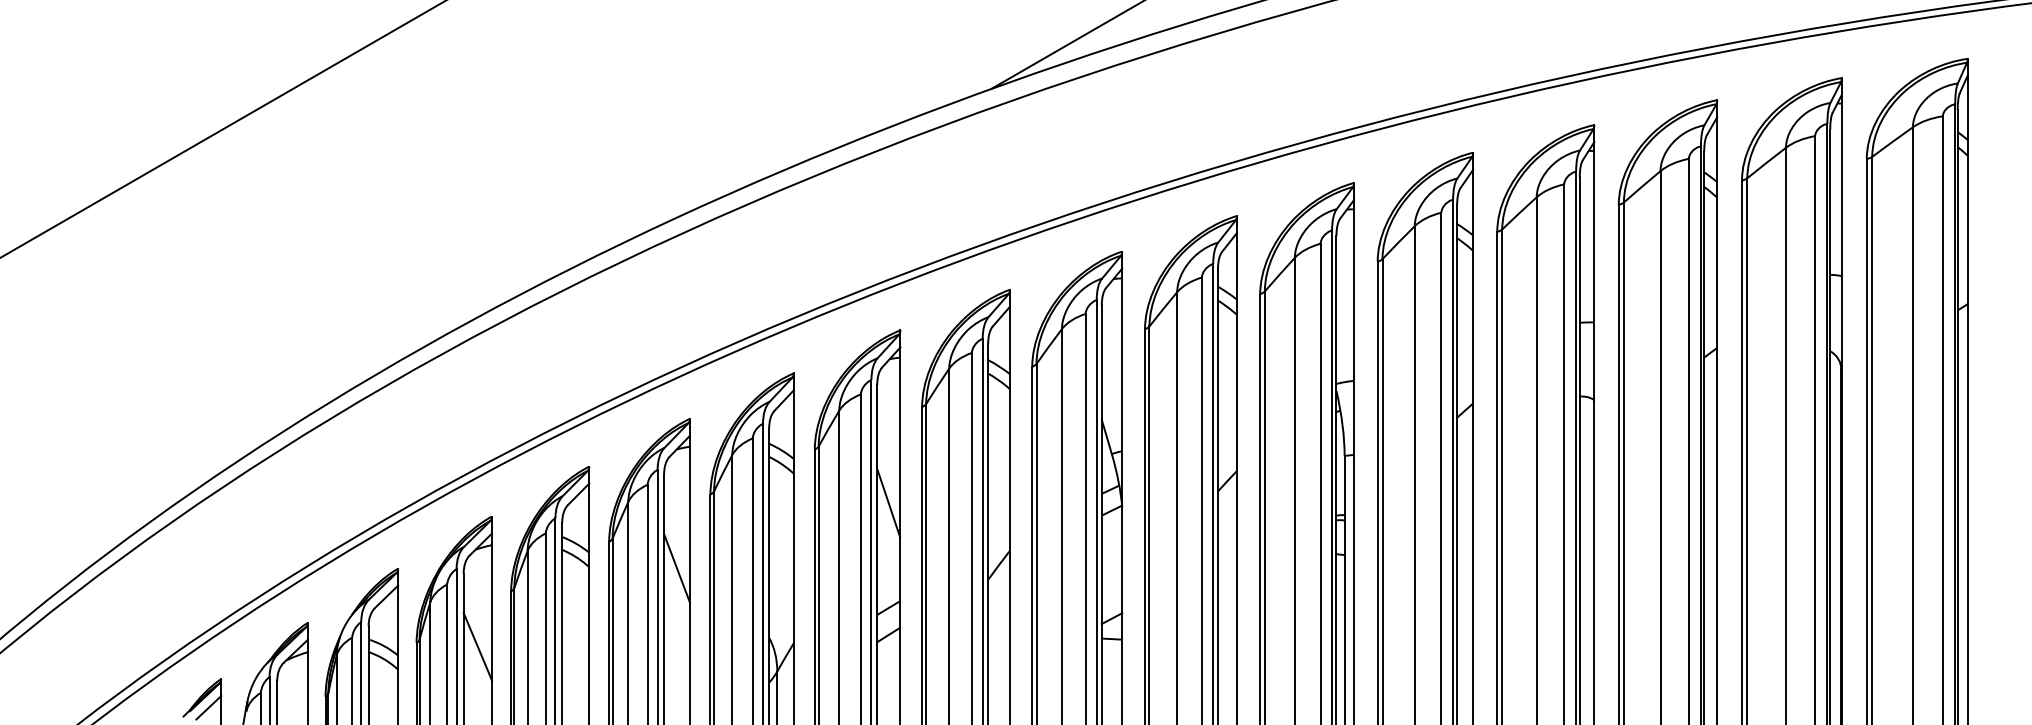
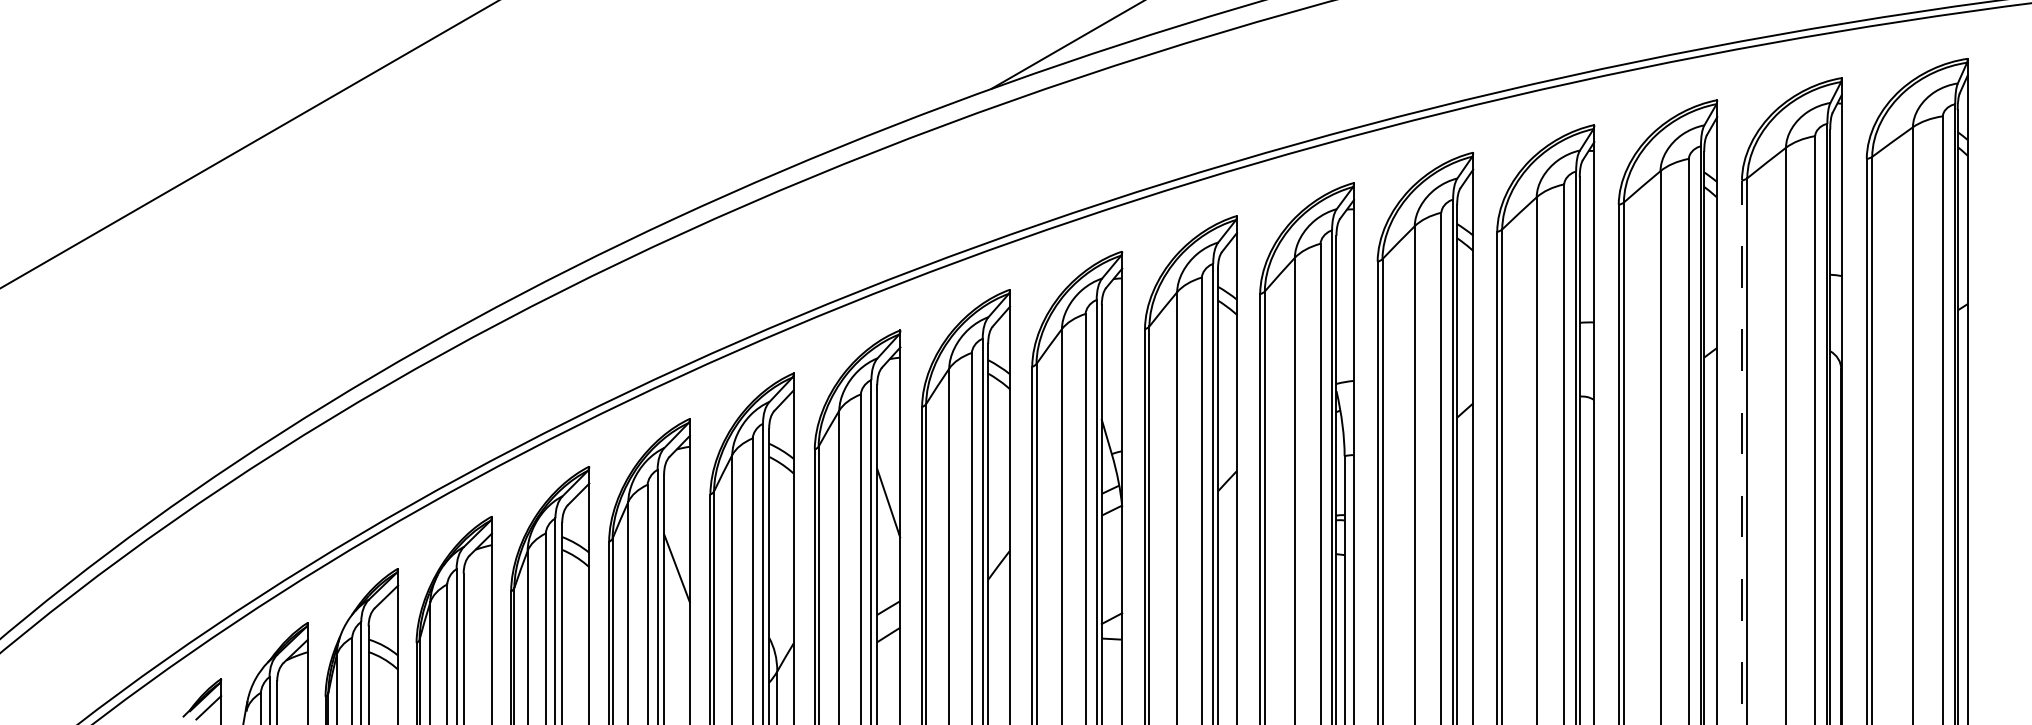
line at (222, 129) position: (222, 129) -> (249, 144)
line at (1742, 452): solid -> dashed
line at (477, 646): present -> none
